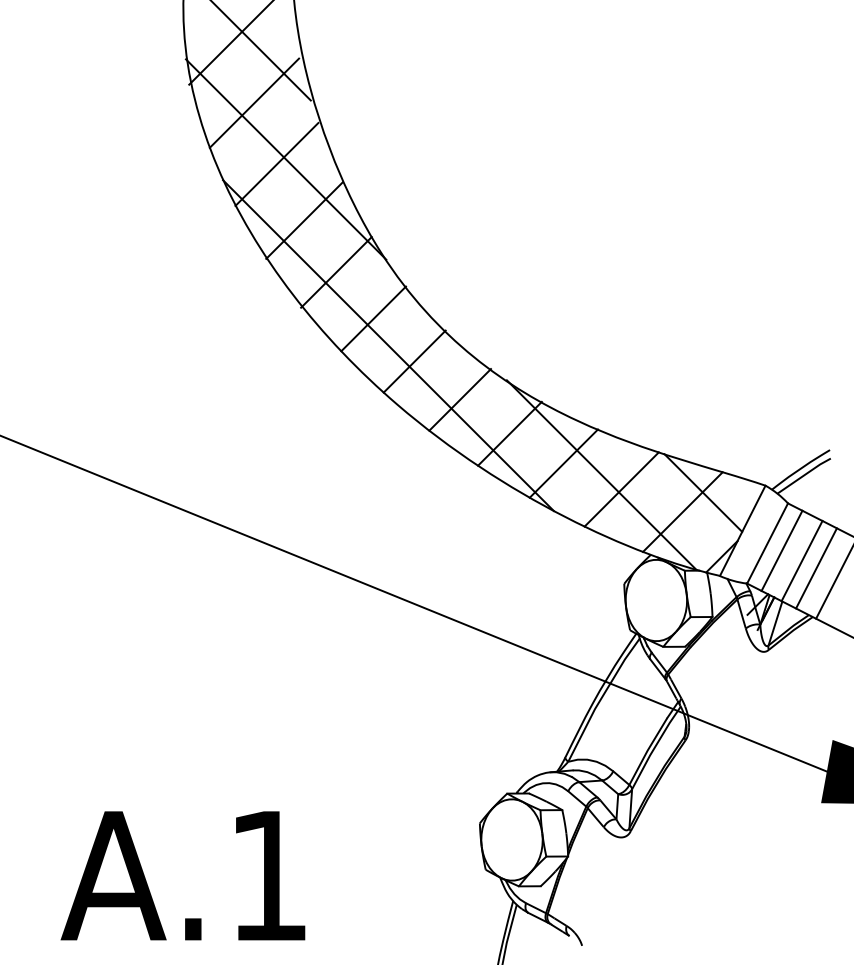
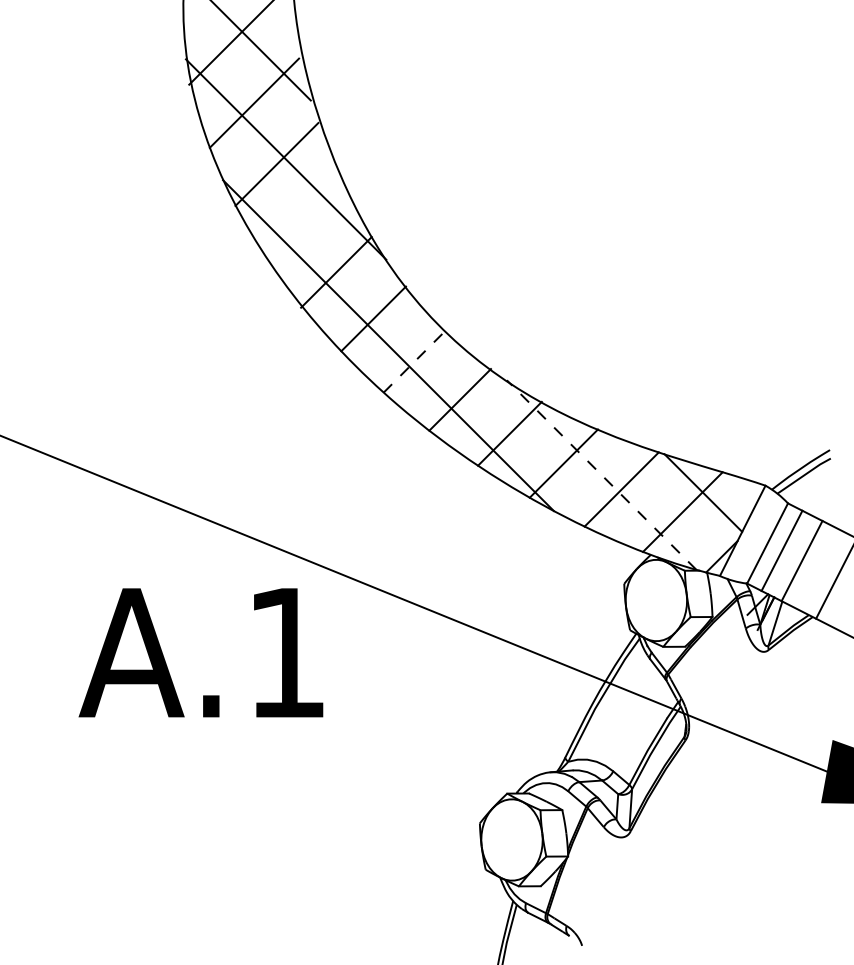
line at (304, 220): present -> none
line at (414, 361): solid -> dashed
line at (601, 474): solid -> dashed
line at (816, 568): present -> none
text at (182, 875) position: (182, 875) -> (200, 652)
